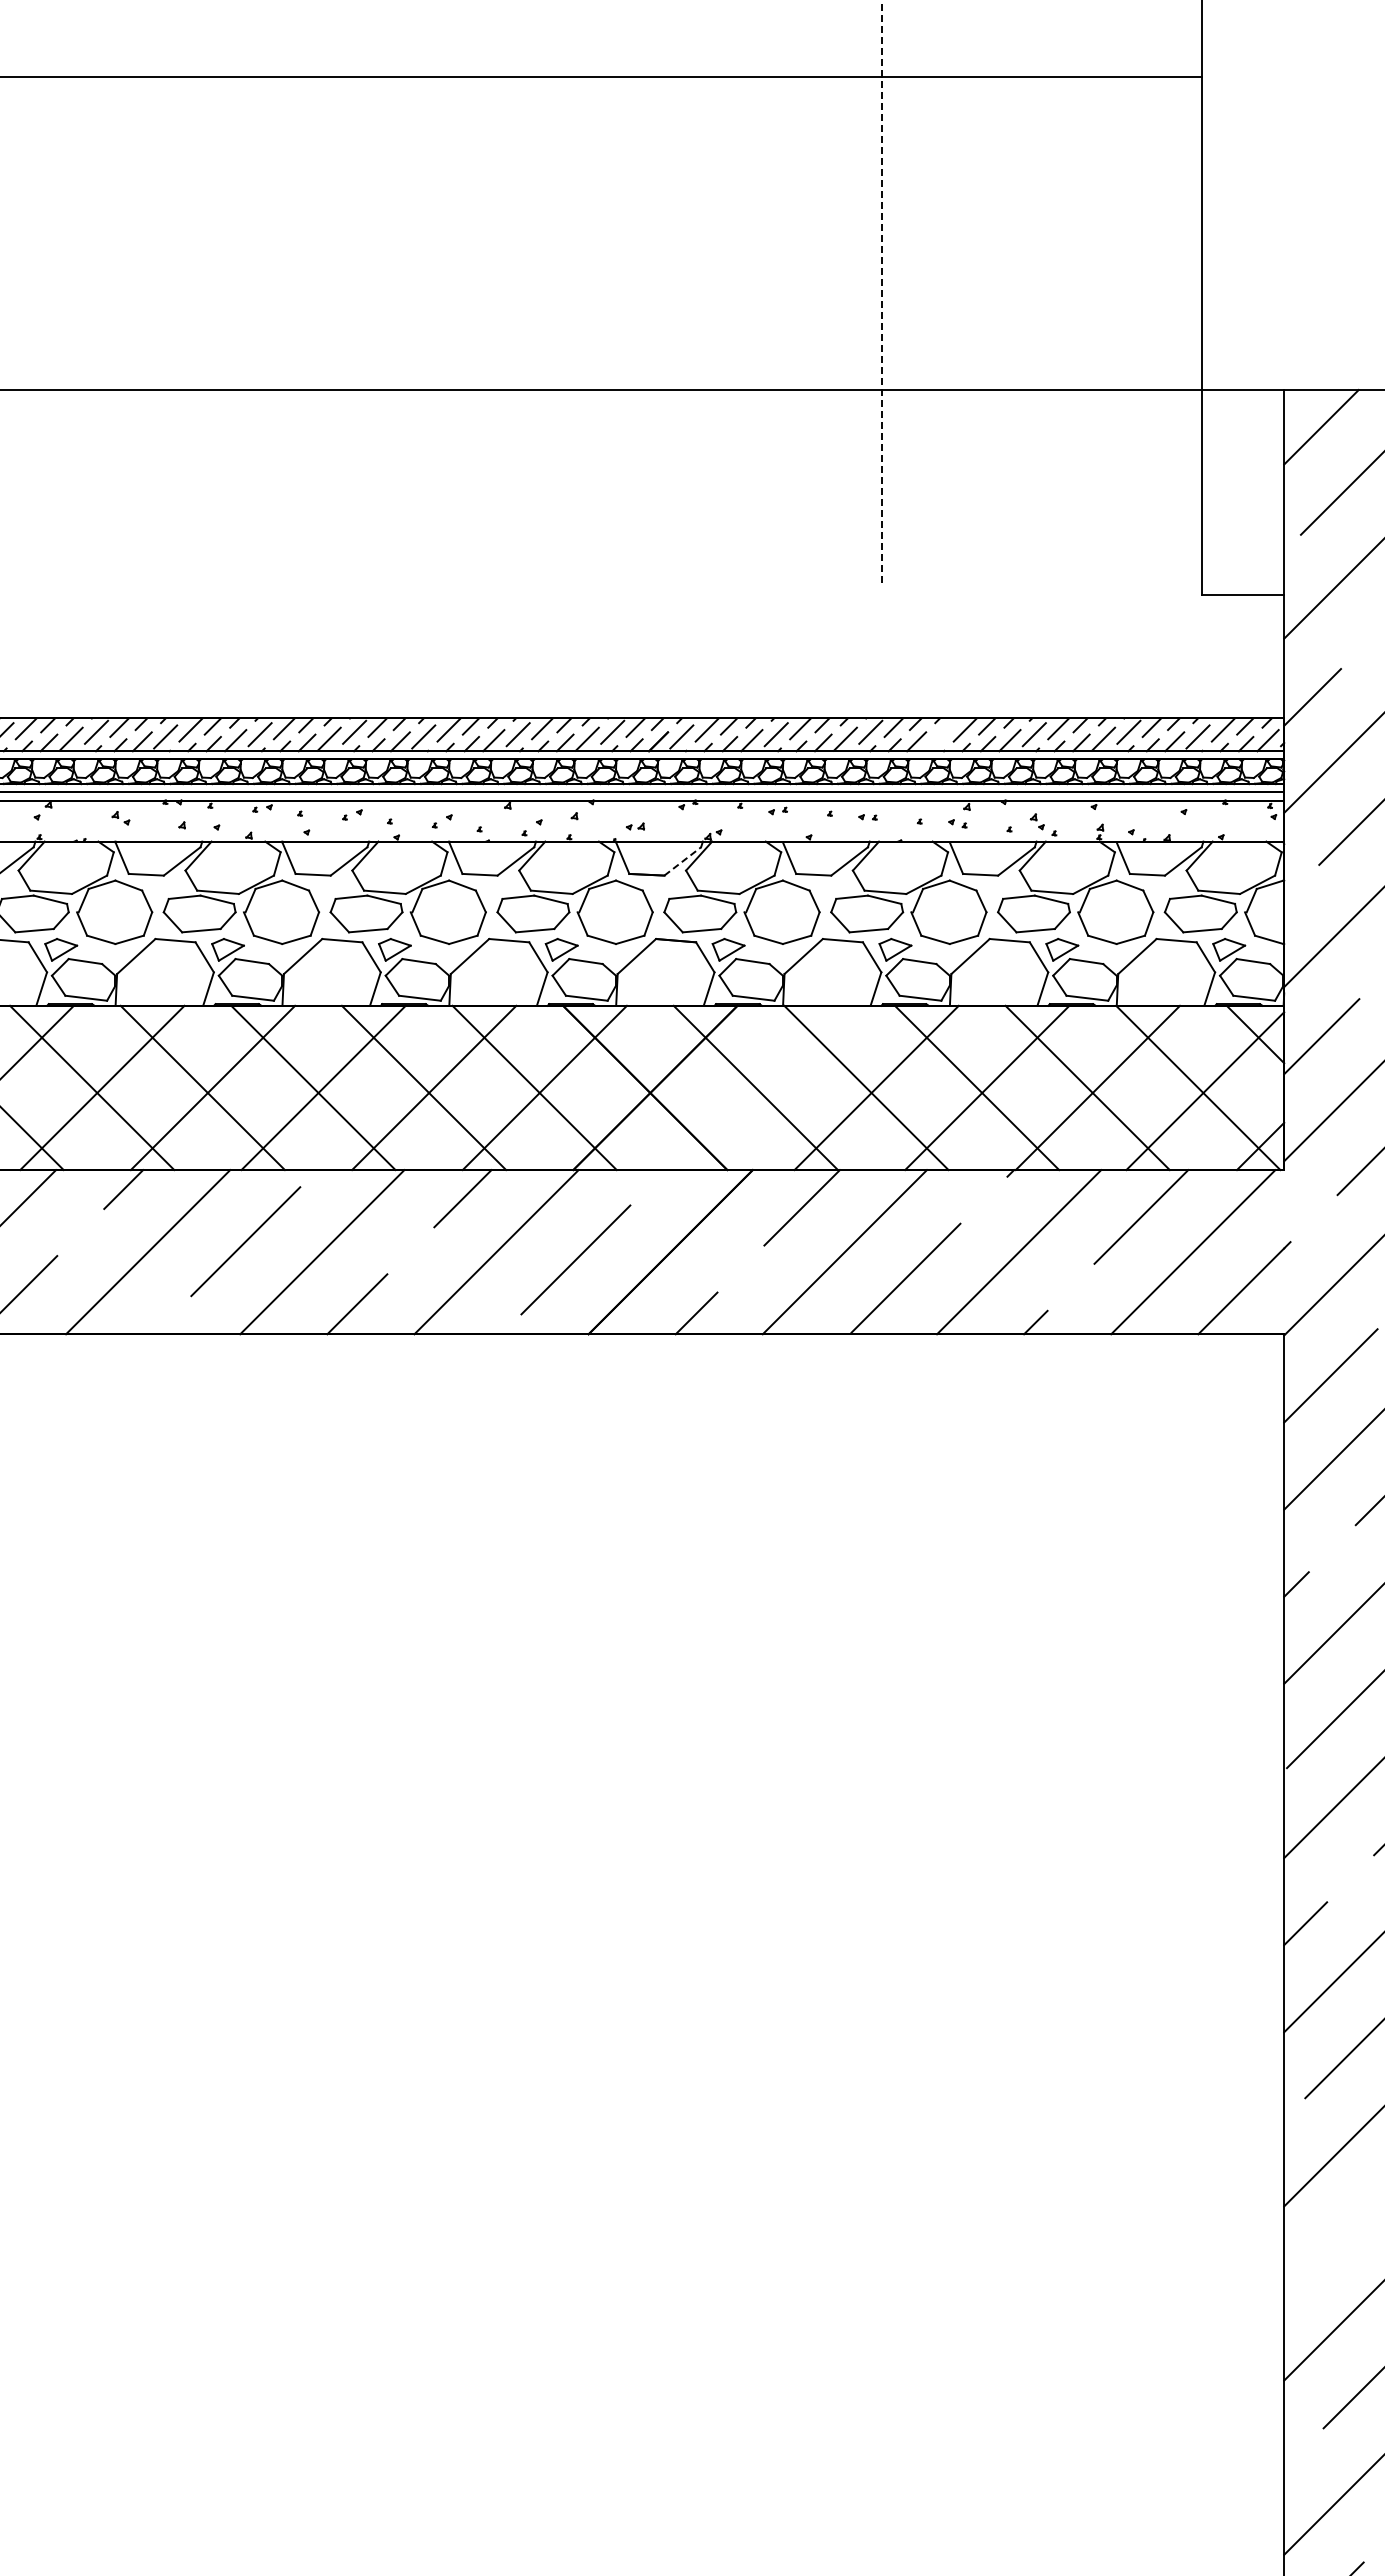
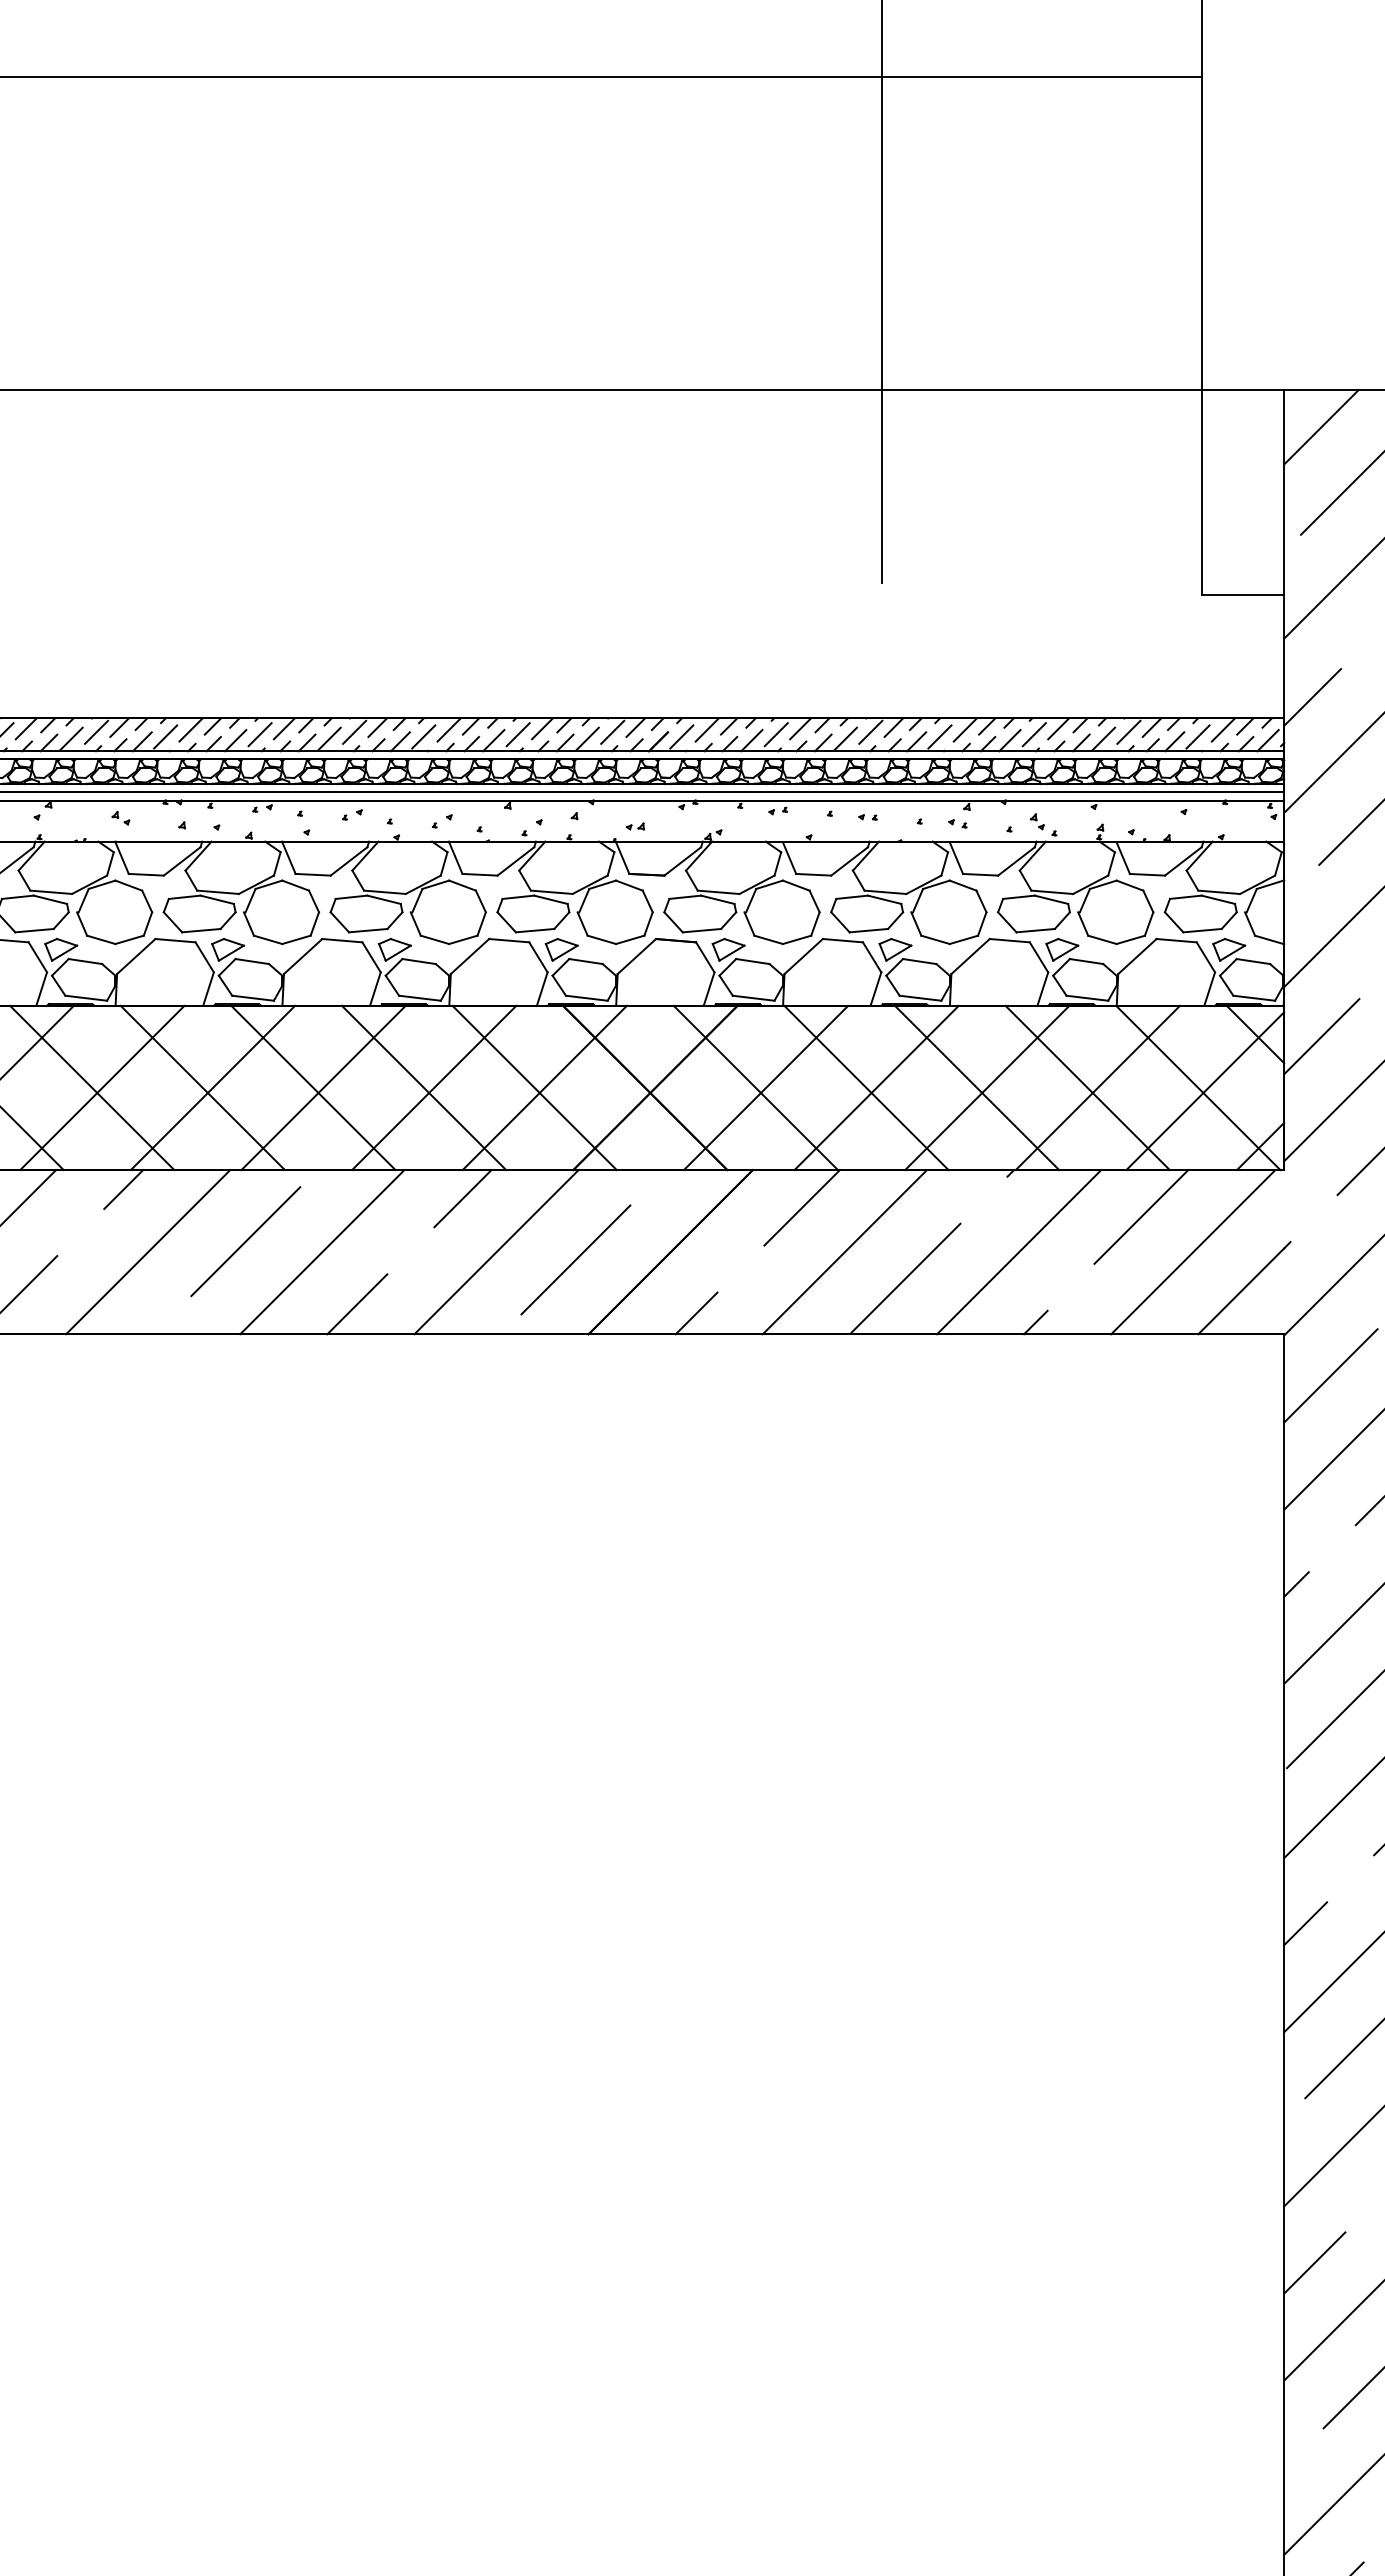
line at (881, 291): dashed -> solid
line at (939, 736): none -> present
line at (683, 861): dashed -> solid
line at (765, 1087): none -> present
line at (1314, 2262): none -> present
